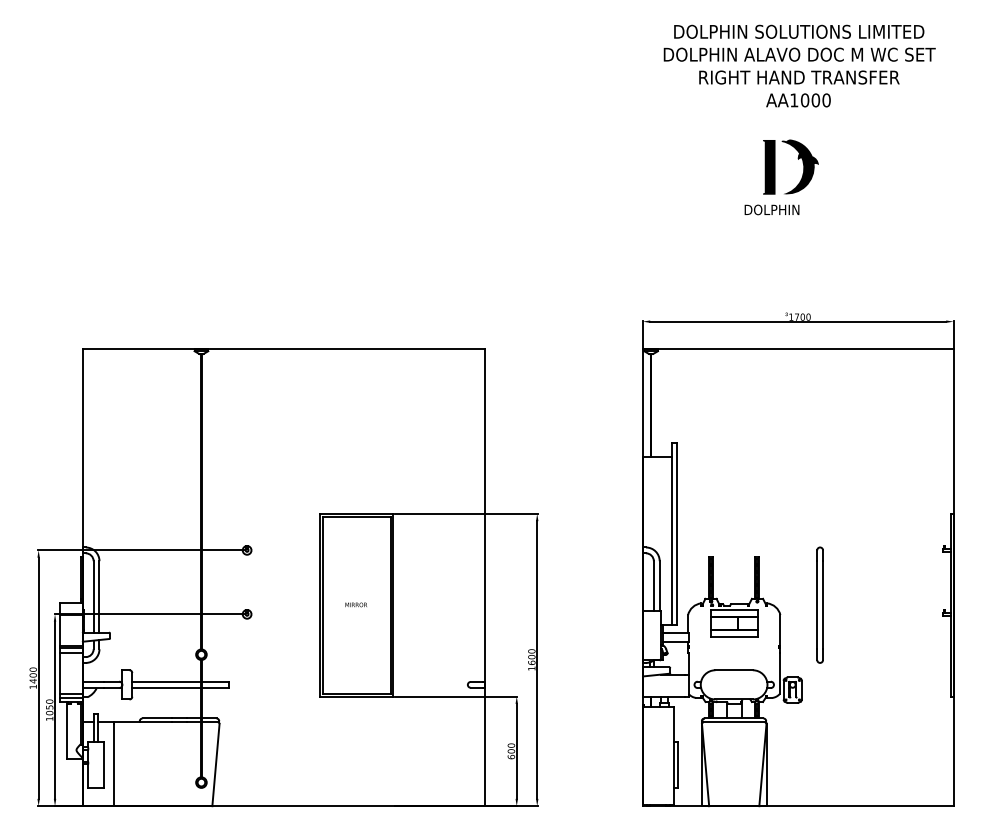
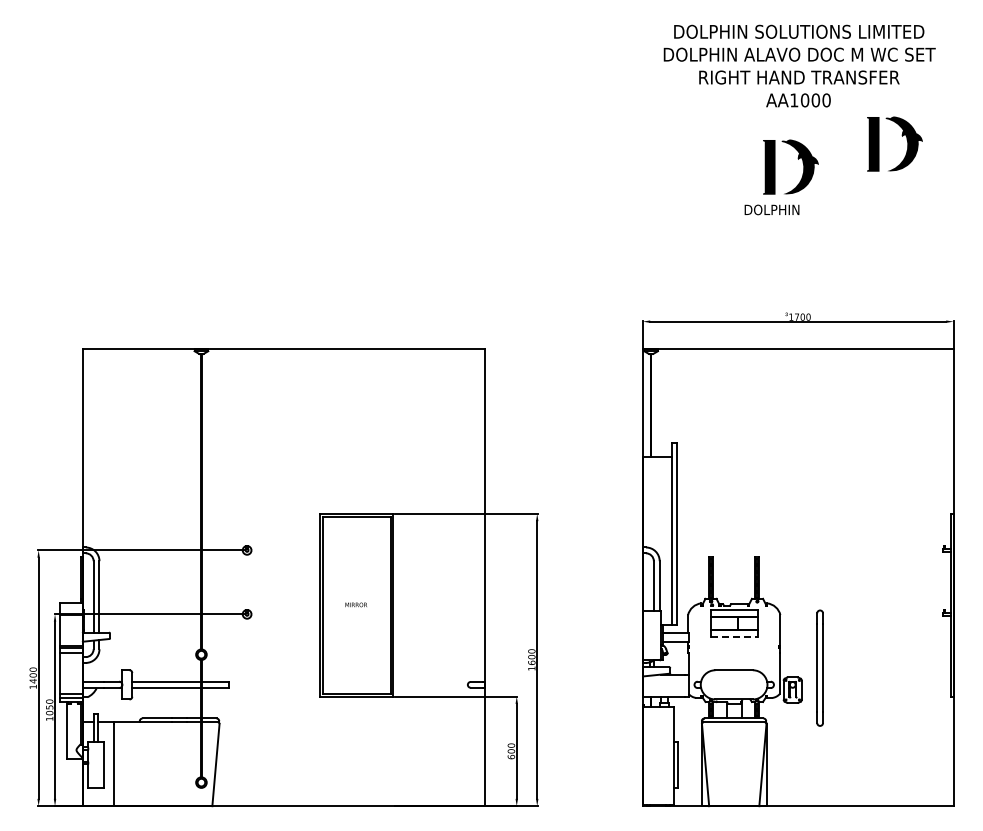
part at (901, 135): none -> present
part at (819, 604) position: (819, 604) -> (819, 667)
line at (734, 637): solid -> dashed
